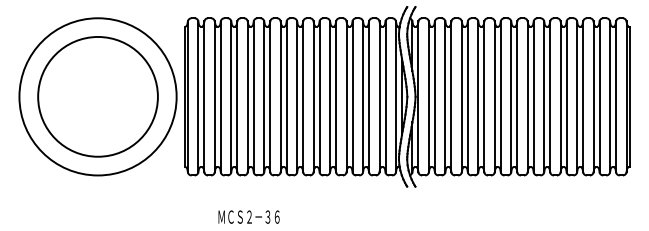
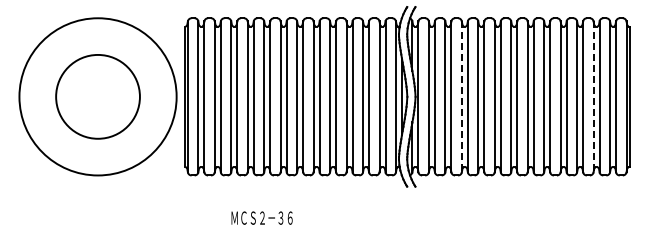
circle at (97, 96) diameter: 120 px -> 84 px
line at (461, 97): solid -> dashed
line at (593, 97): solid -> dashed
text at (248, 216) position: (248, 216) -> (261, 217)
